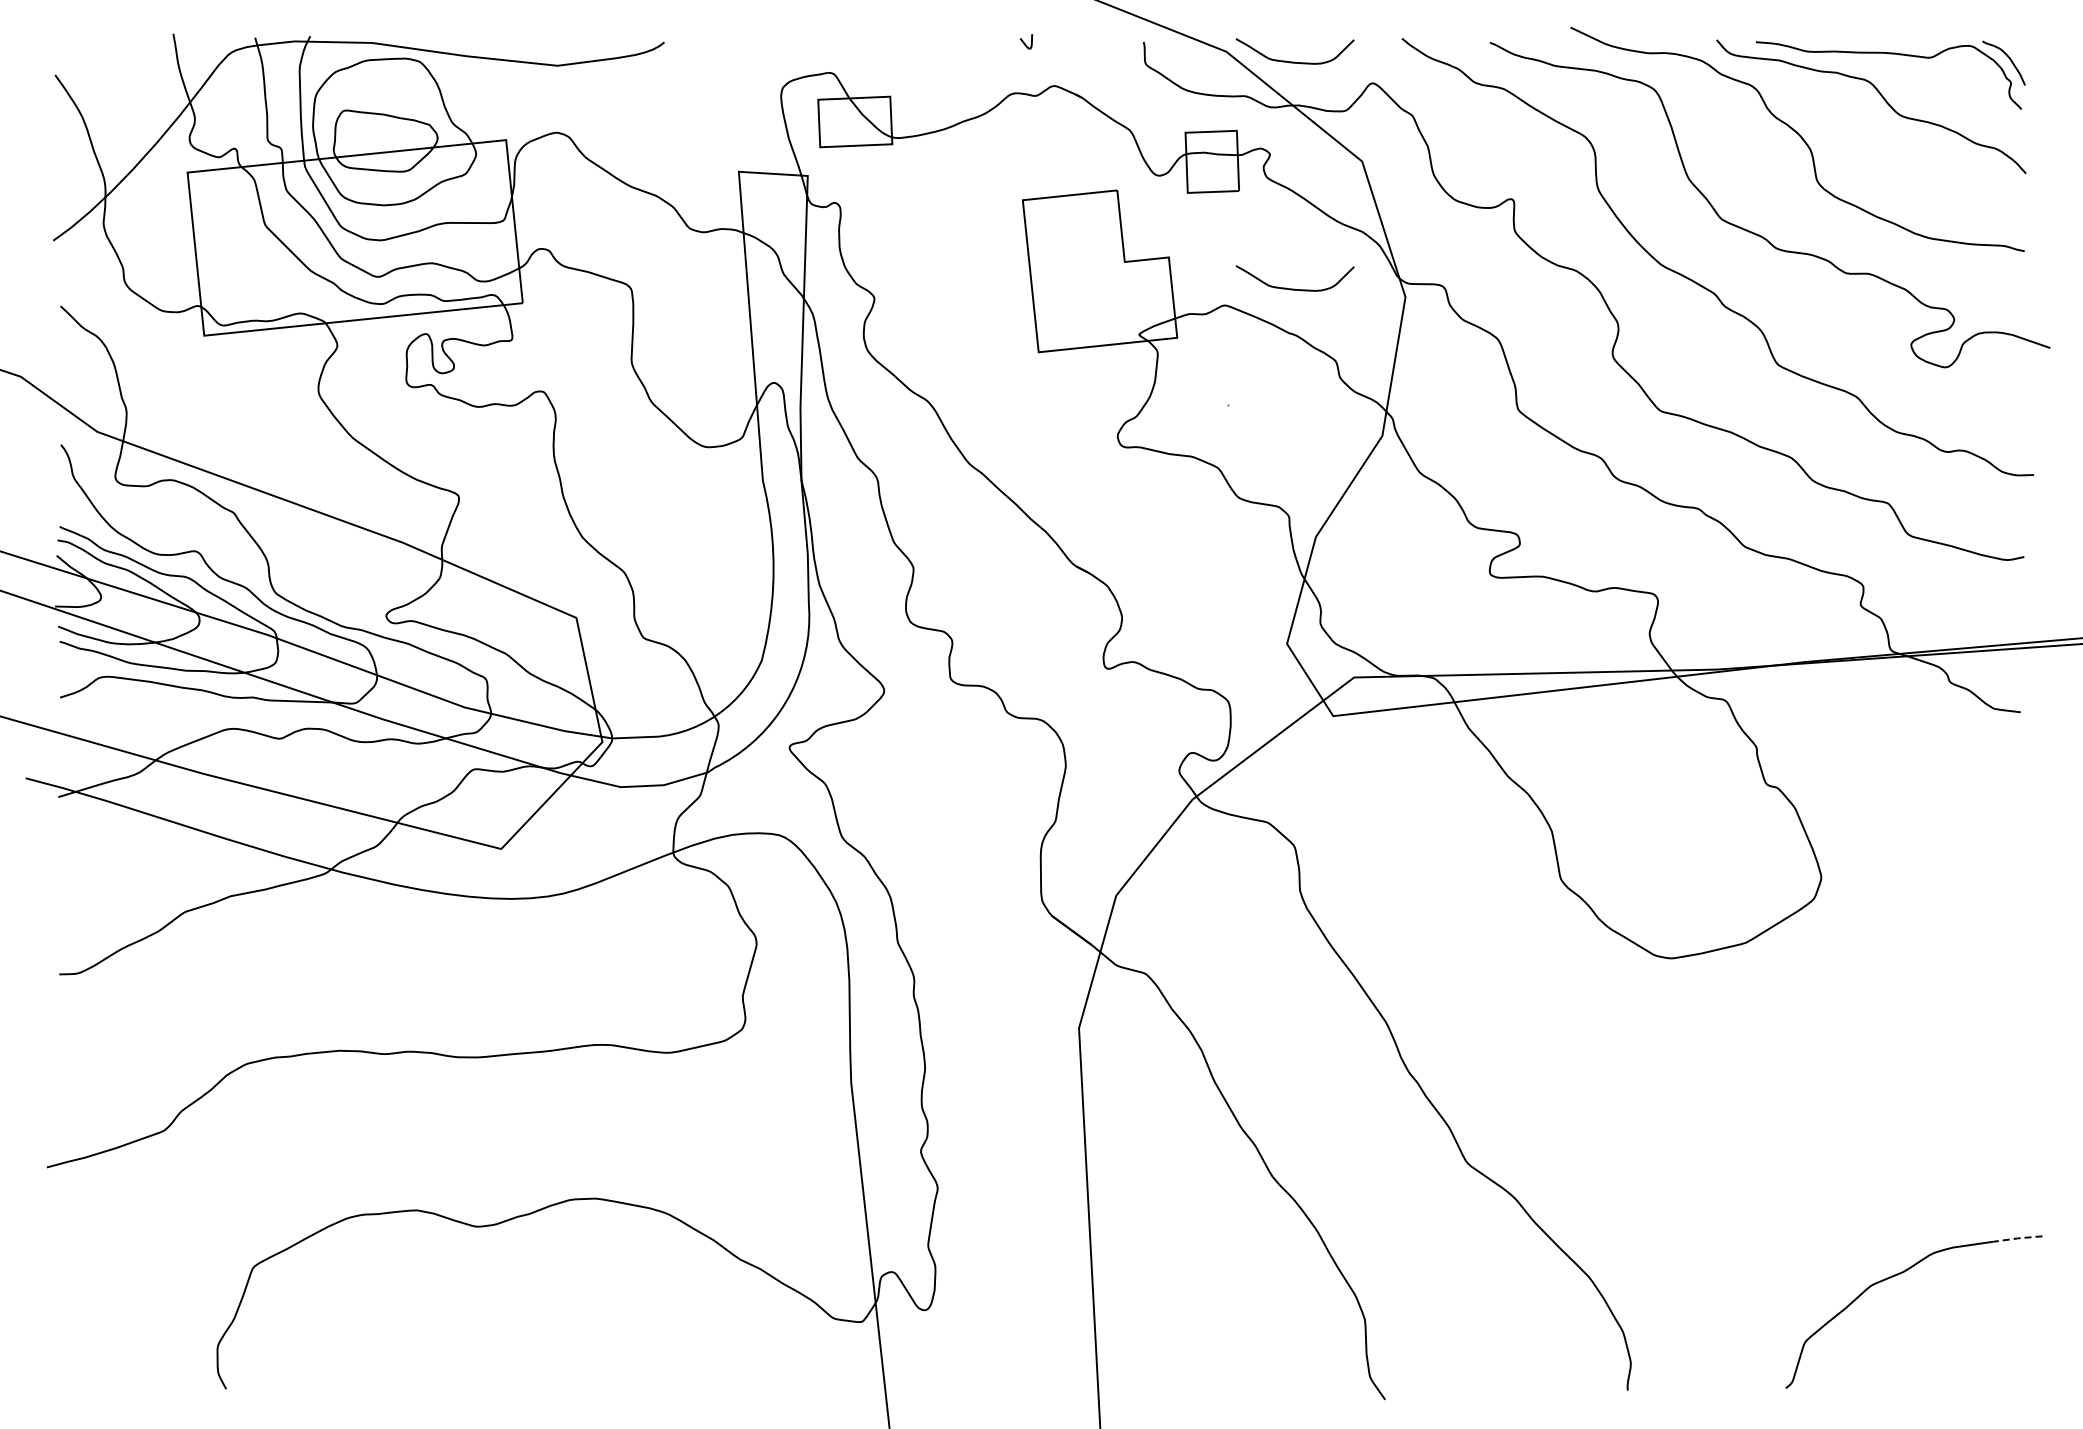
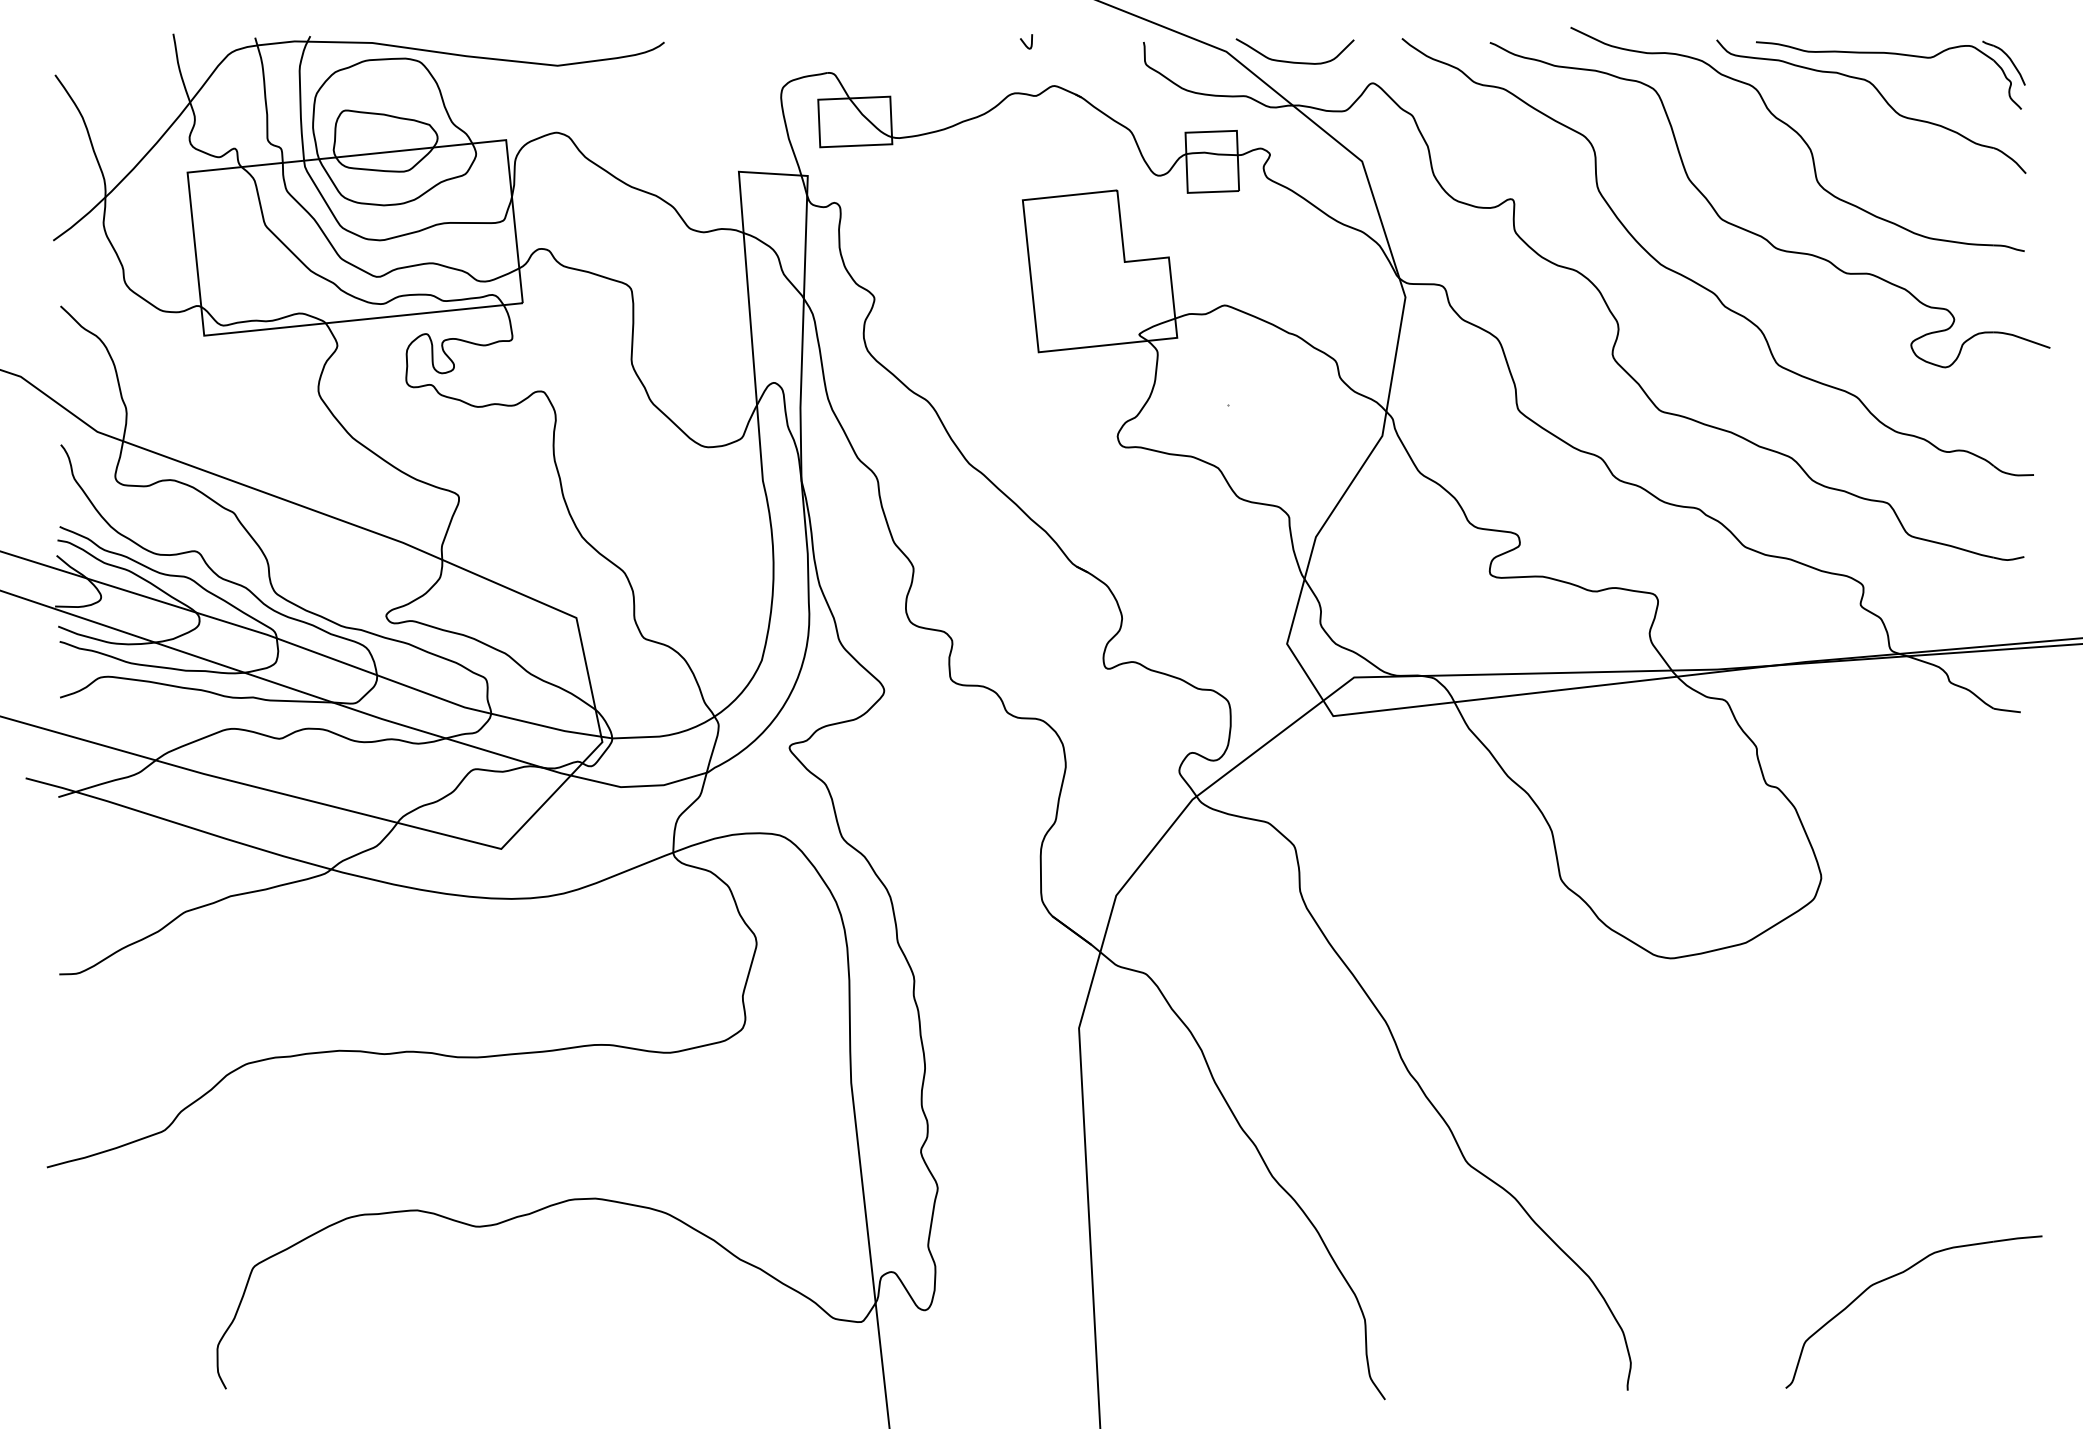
curve at (1294, 288): present -> none
line at (2017, 1238): dashed -> solid
